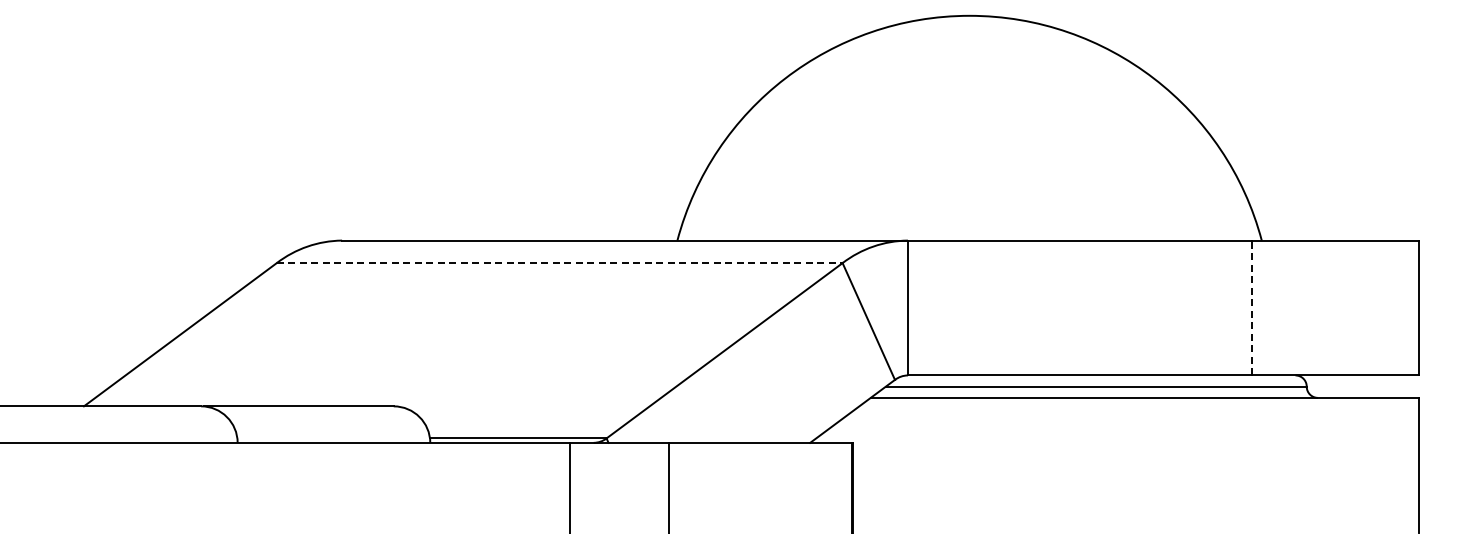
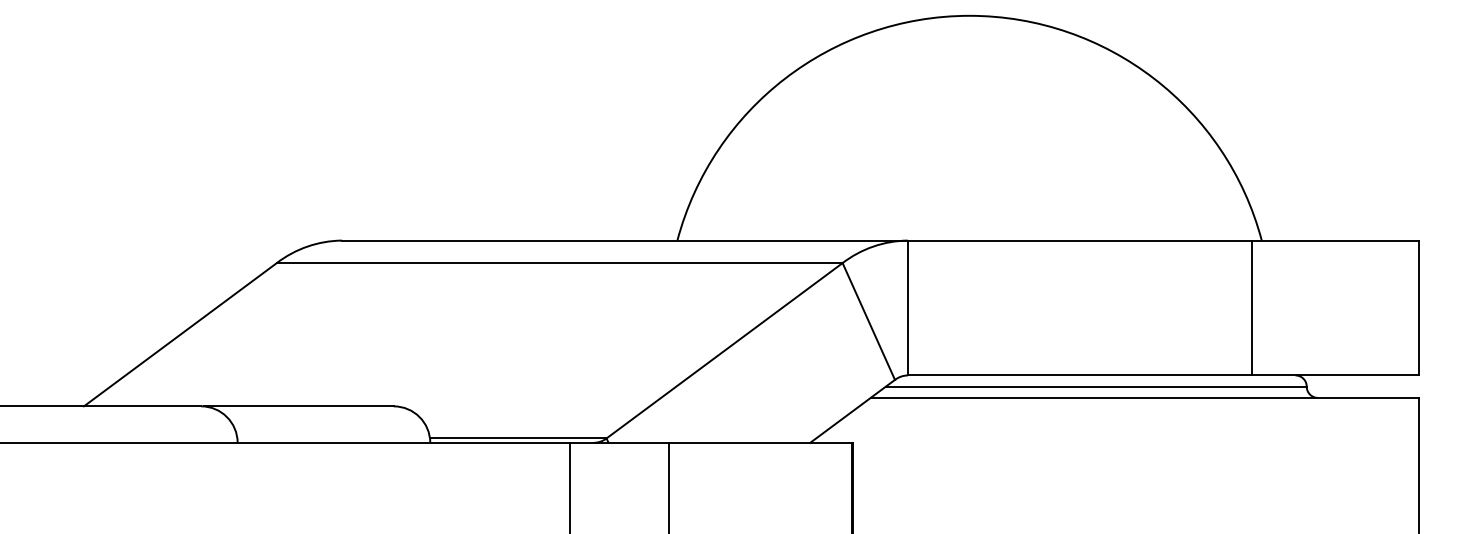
line at (559, 263): dashed -> solid
line at (1252, 307): dashed -> solid
